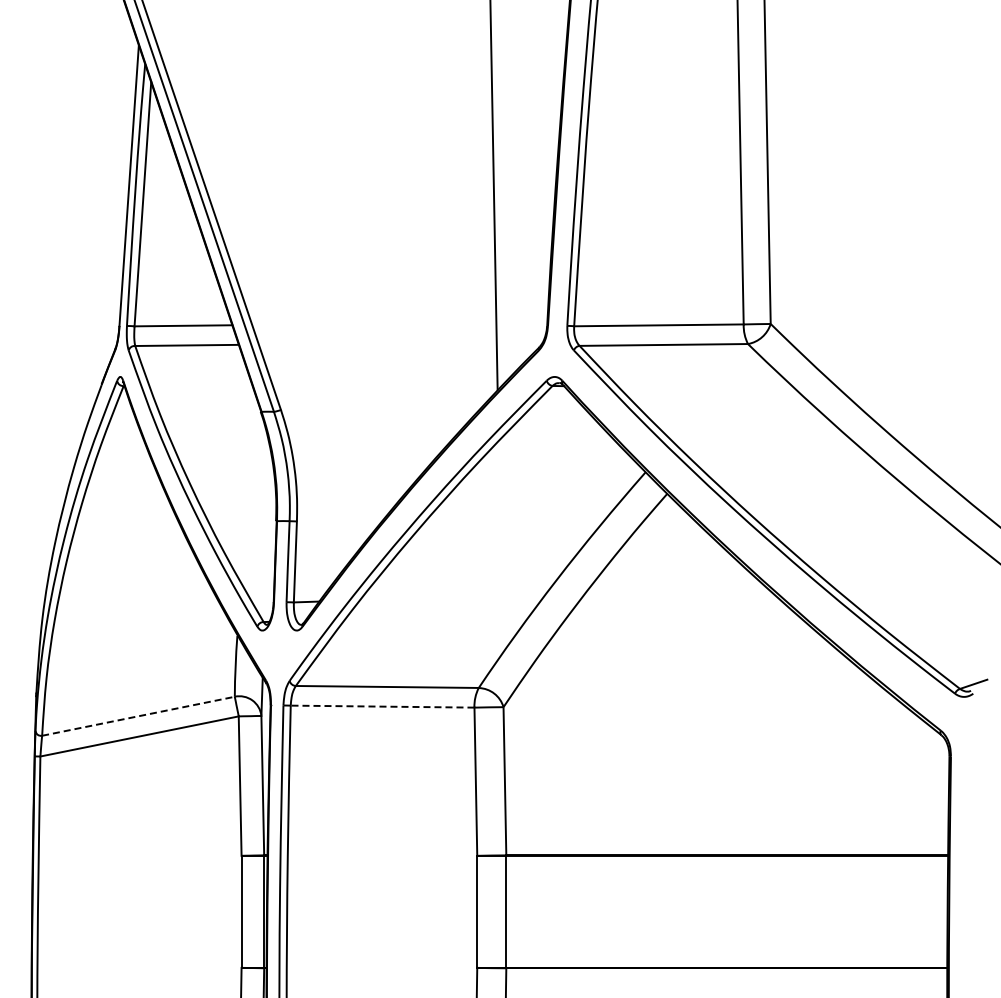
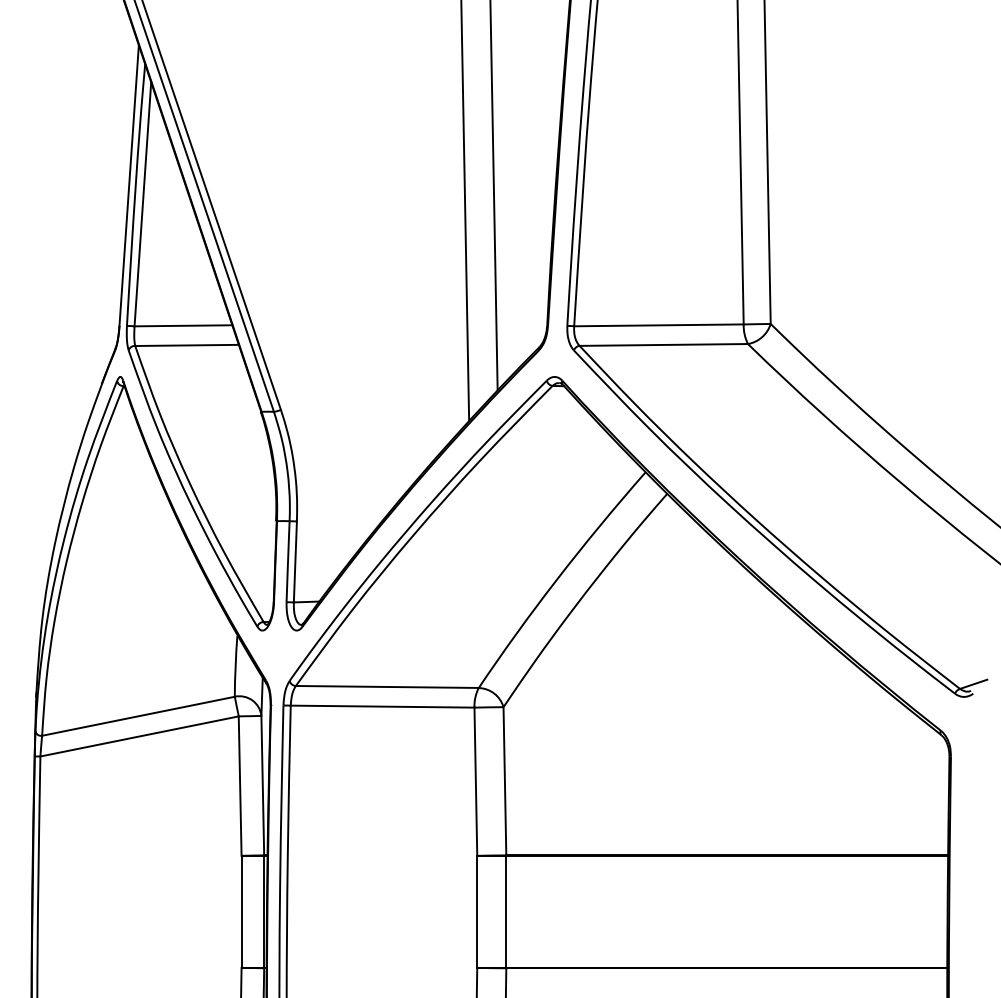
line at (465, 211): none -> present
line at (382, 706): dashed -> solid
line at (138, 716): dashed -> solid
